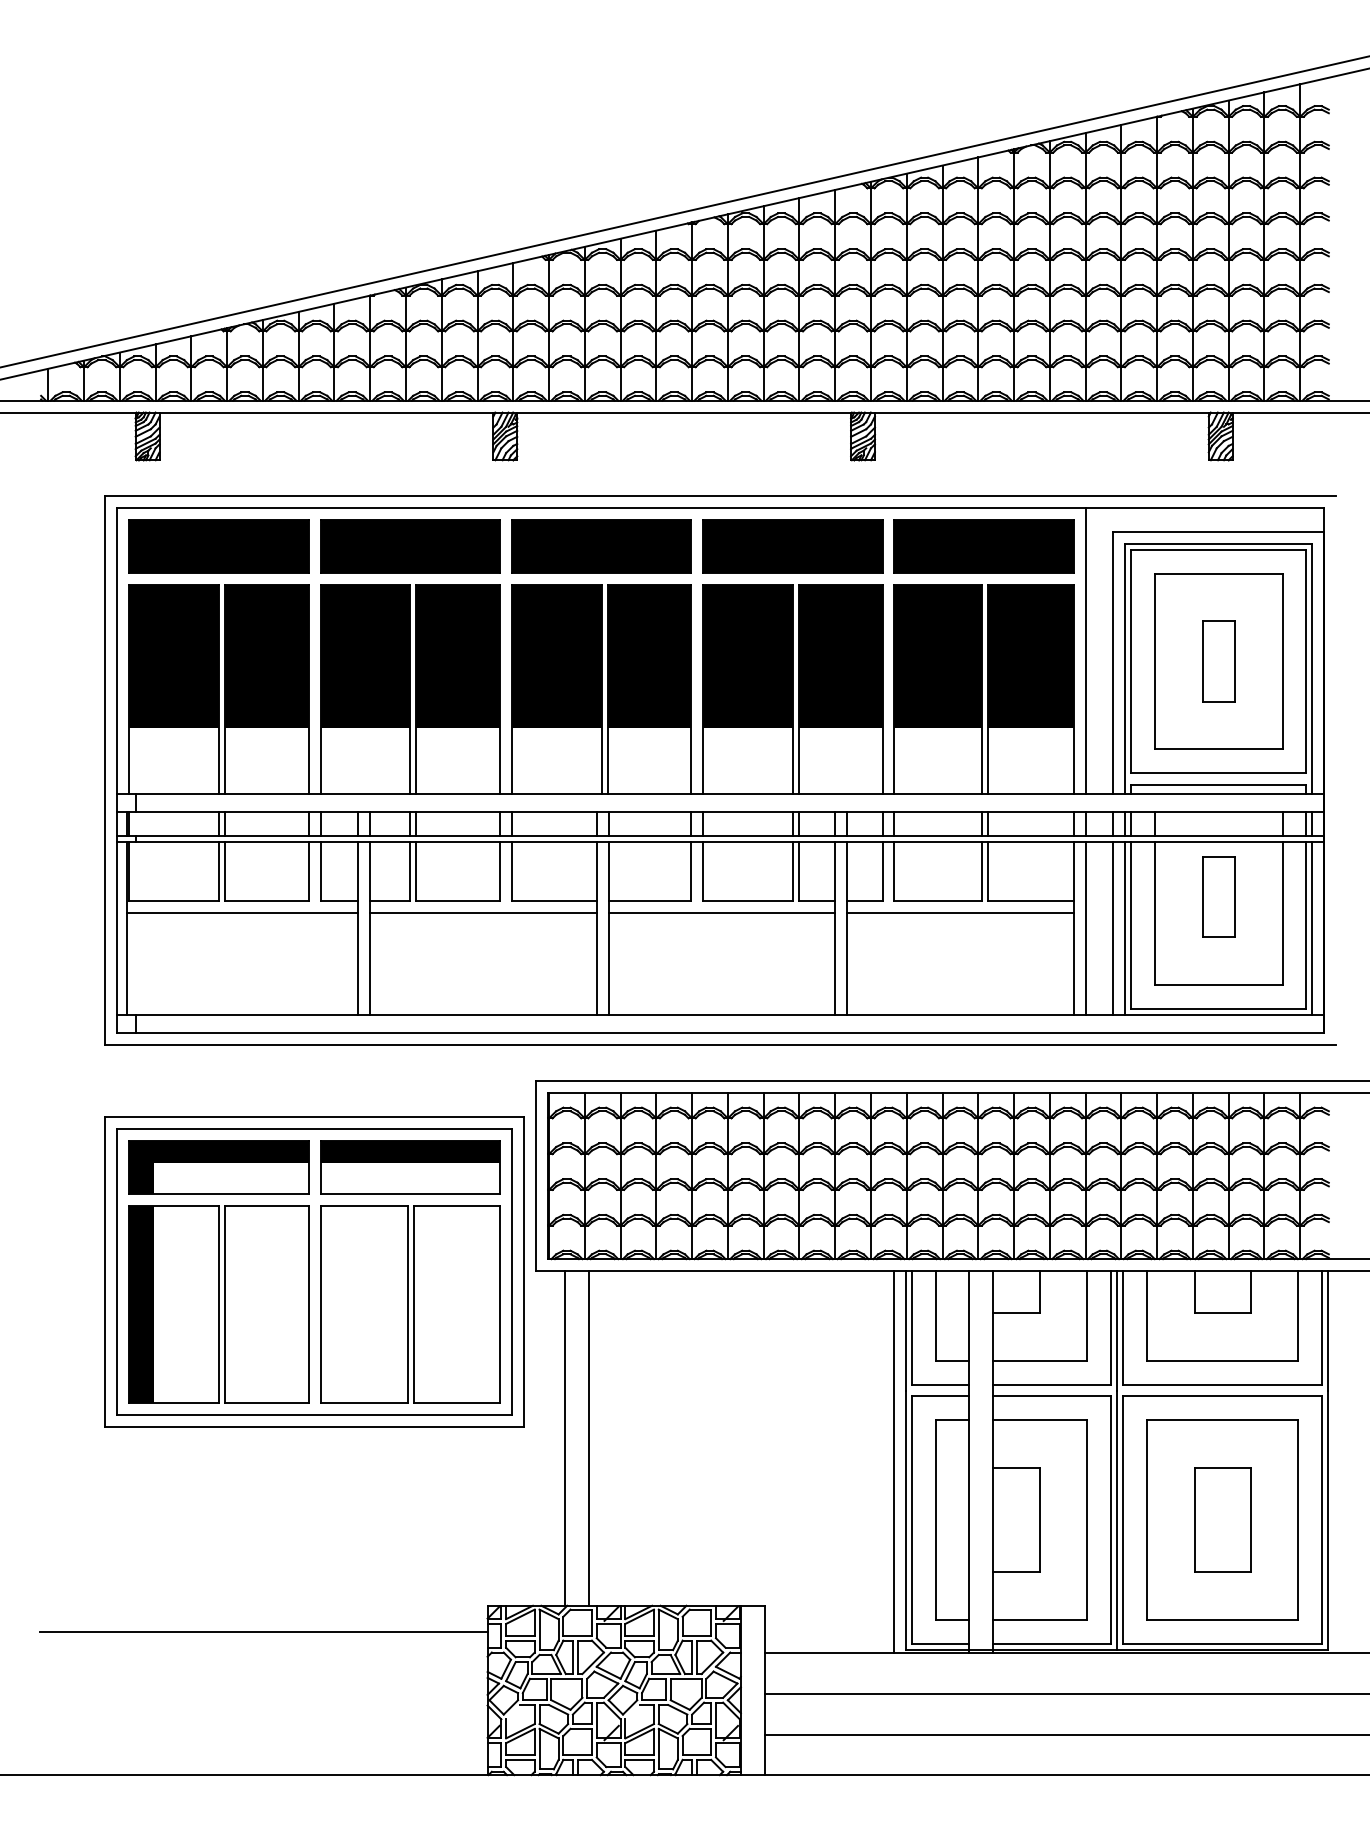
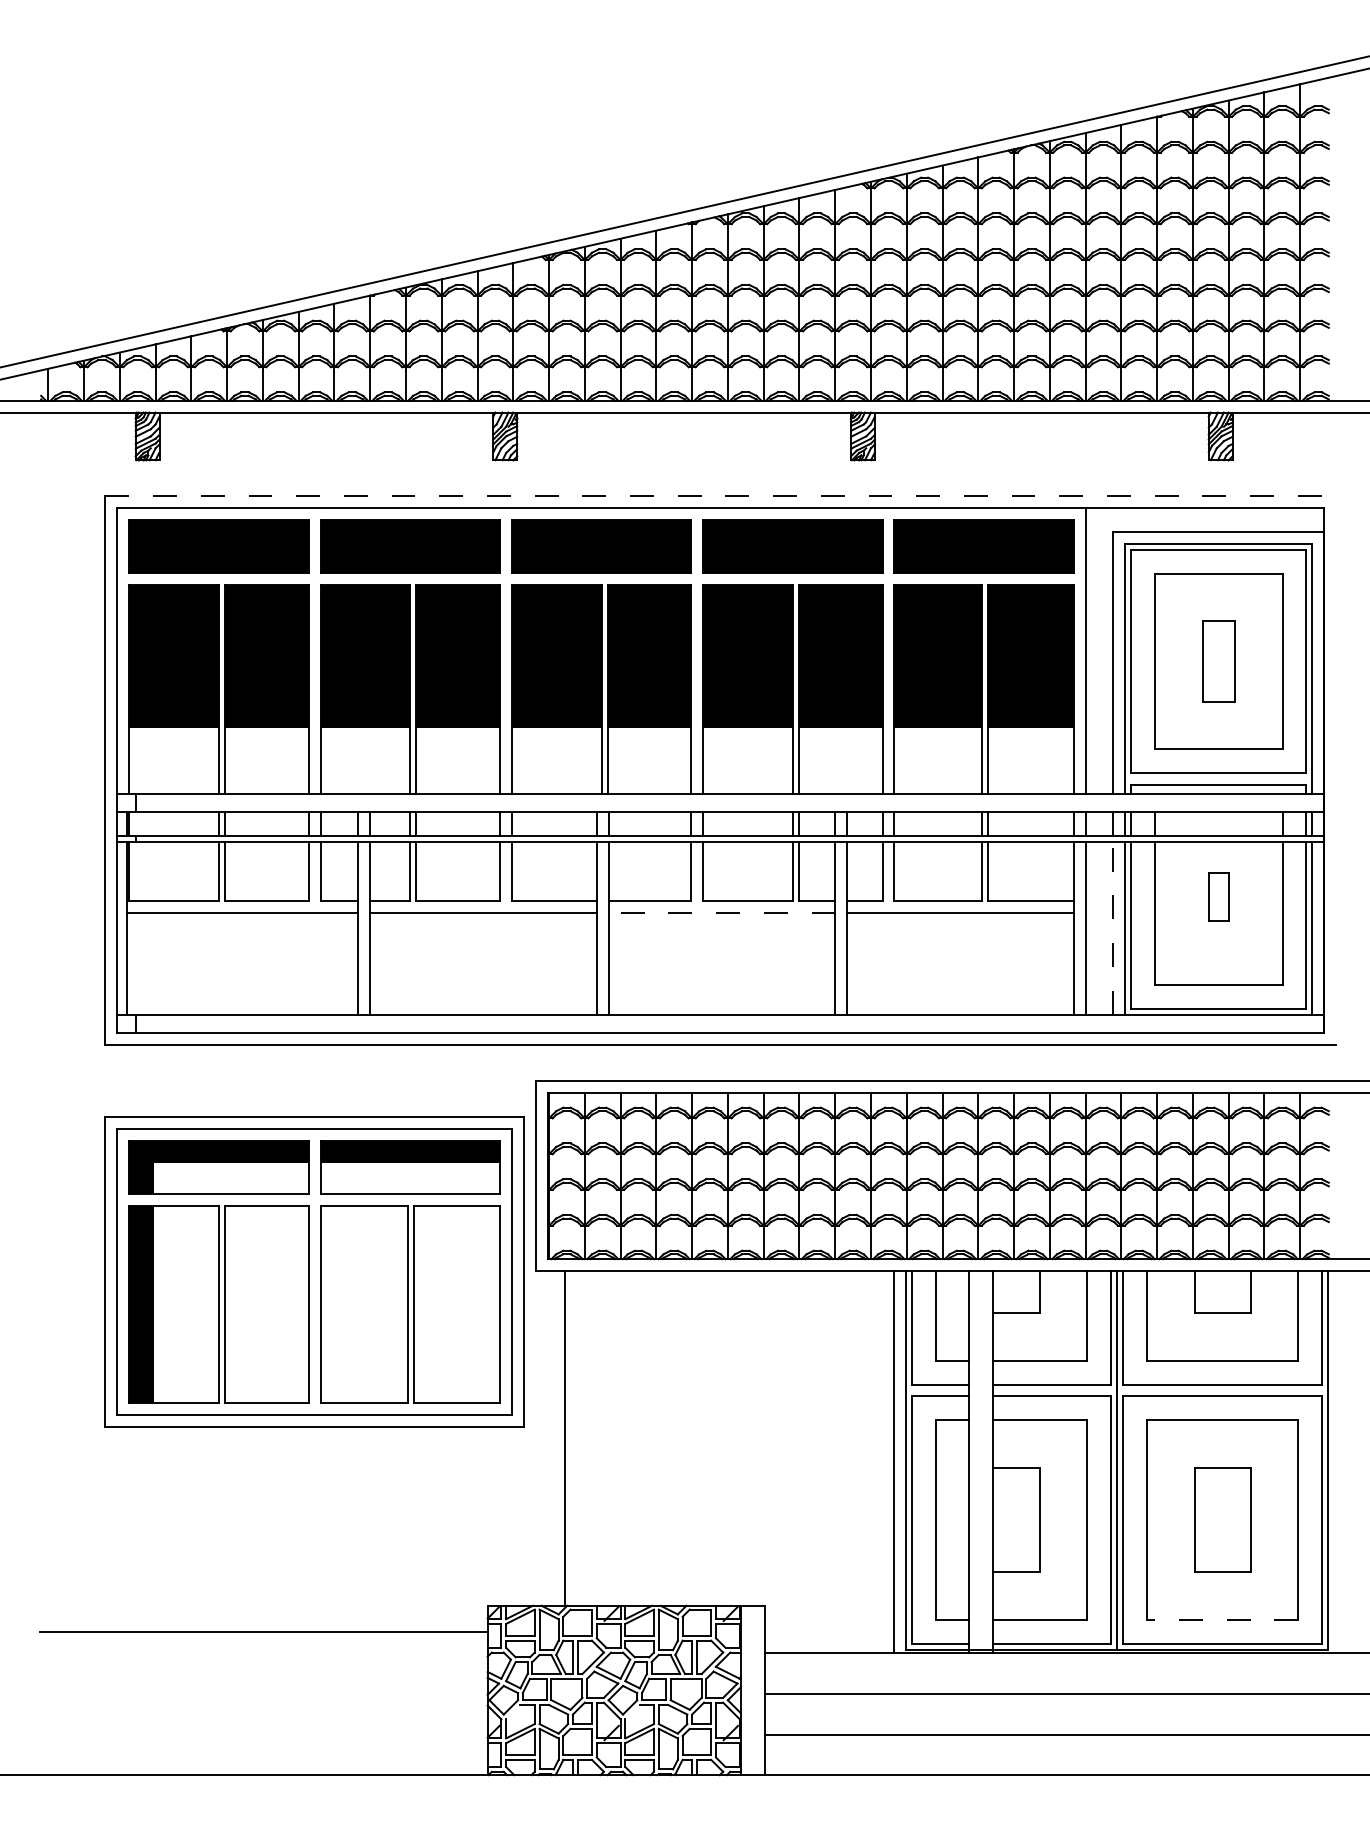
line at (721, 496): solid -> dashed
part at (1218, 896) size: 34x82 px -> 22x50 px
line at (721, 913): solid -> dashed
line at (1113, 927): solid -> dashed
line at (588, 1438): present -> none
line at (1222, 1620): solid -> dashed
